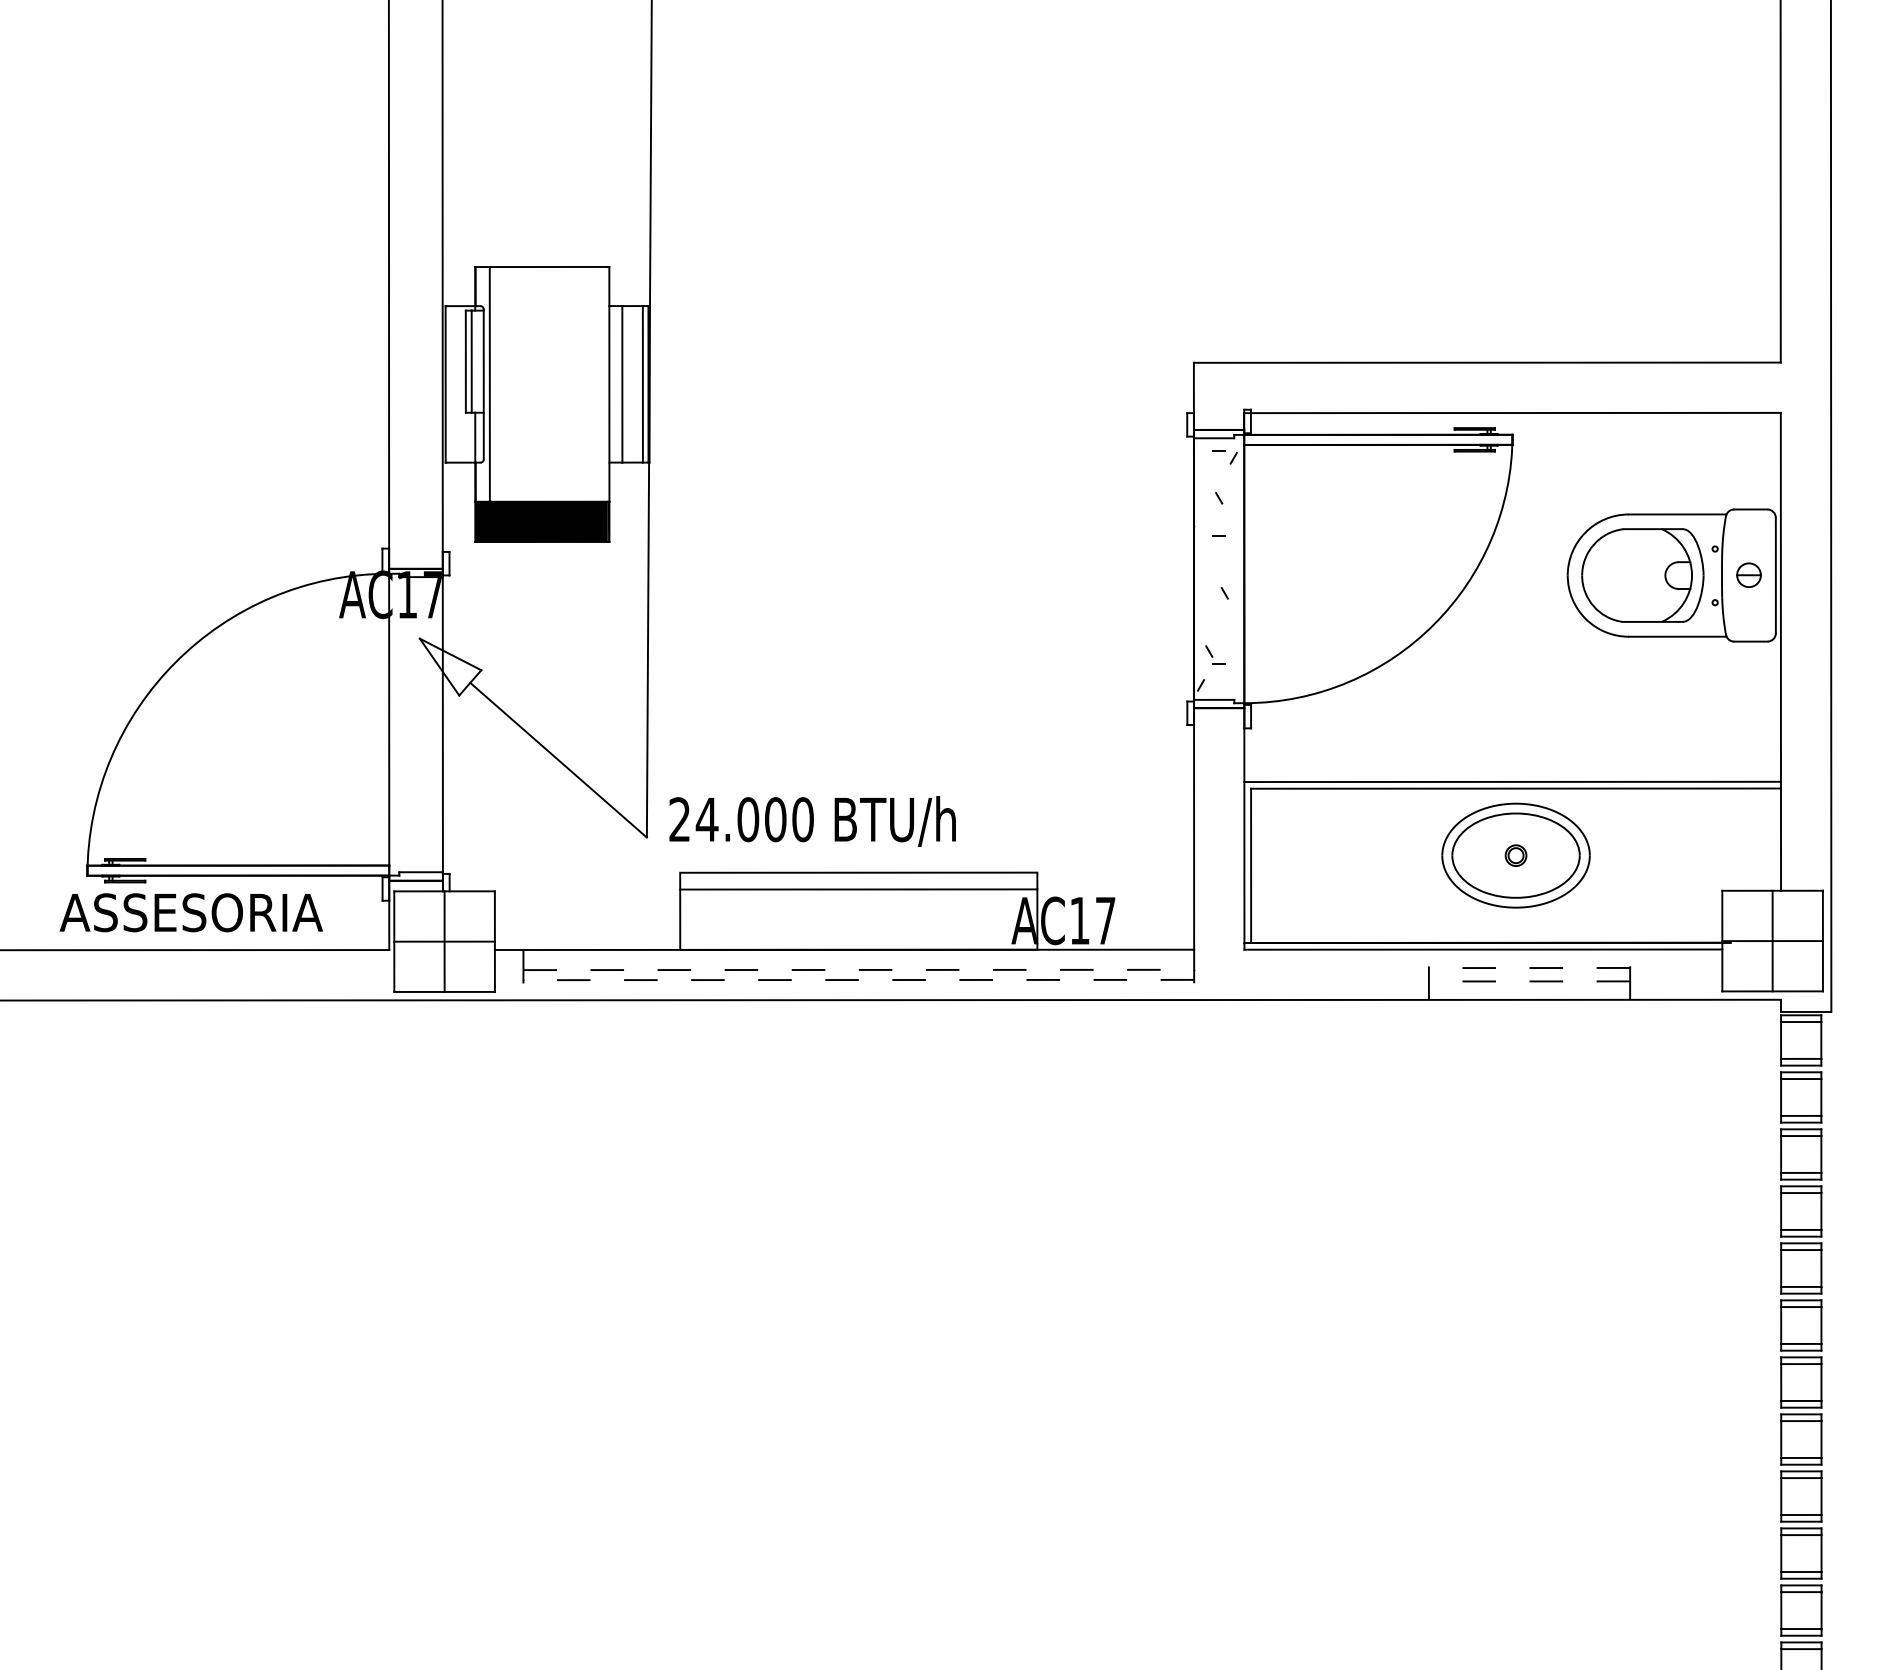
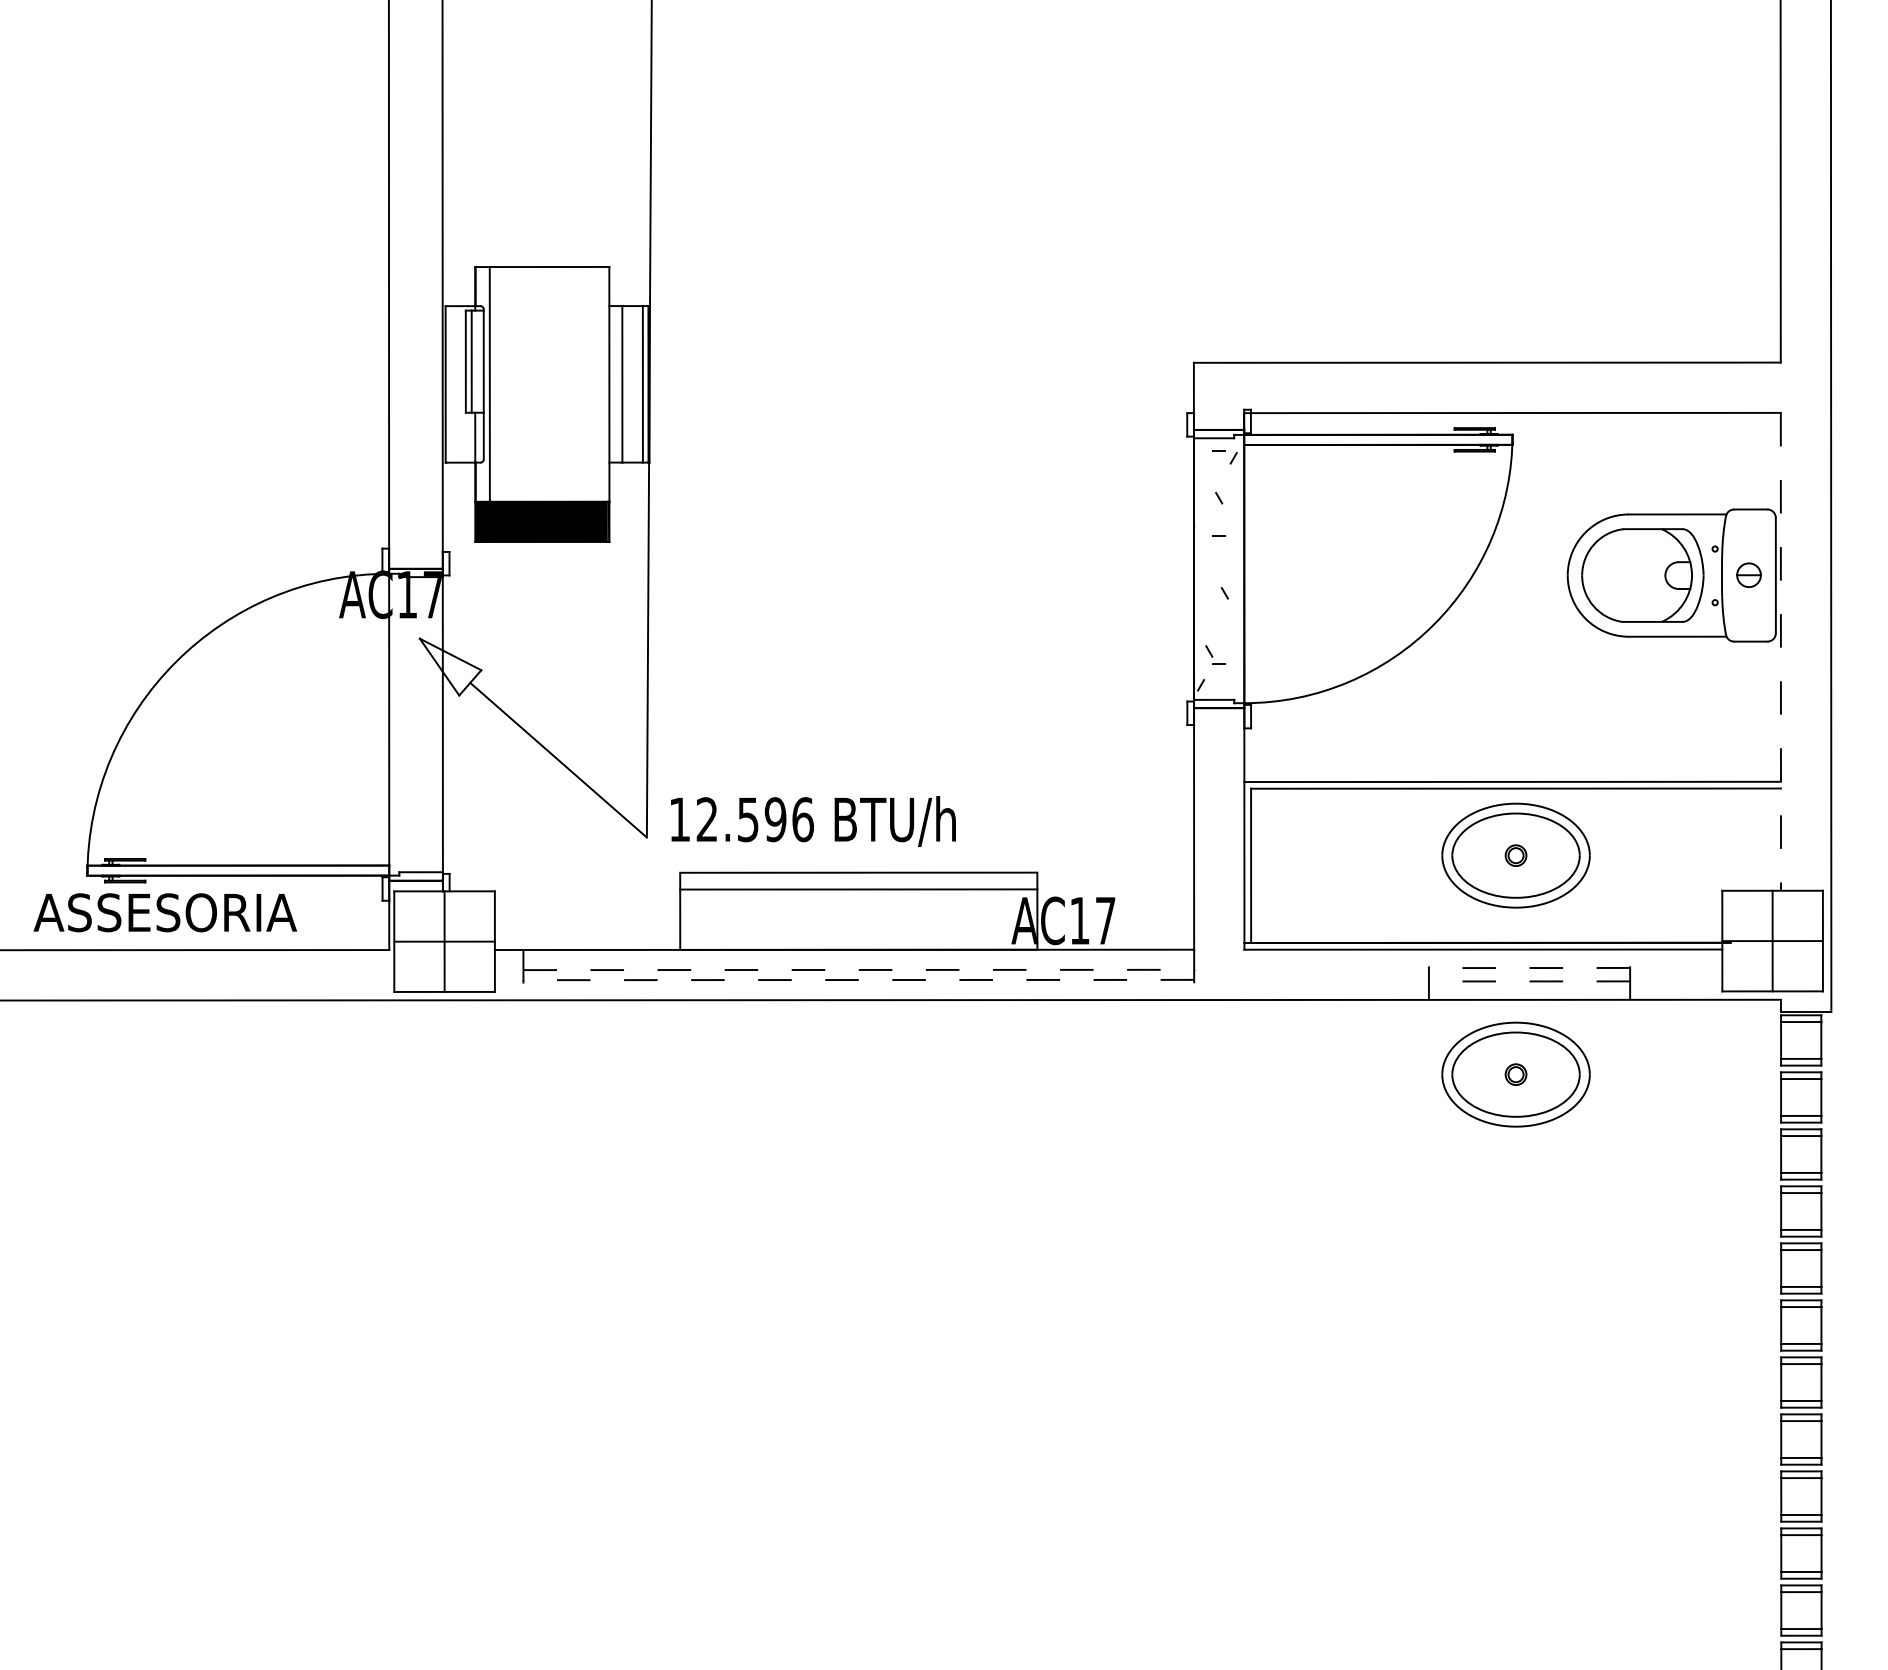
line at (1780, 651): solid -> dashed
text at (741, 819): 24.000 -> 12.596
text at (190, 912) position: (190, 912) -> (164, 912)
part at (1515, 1074): none -> present
